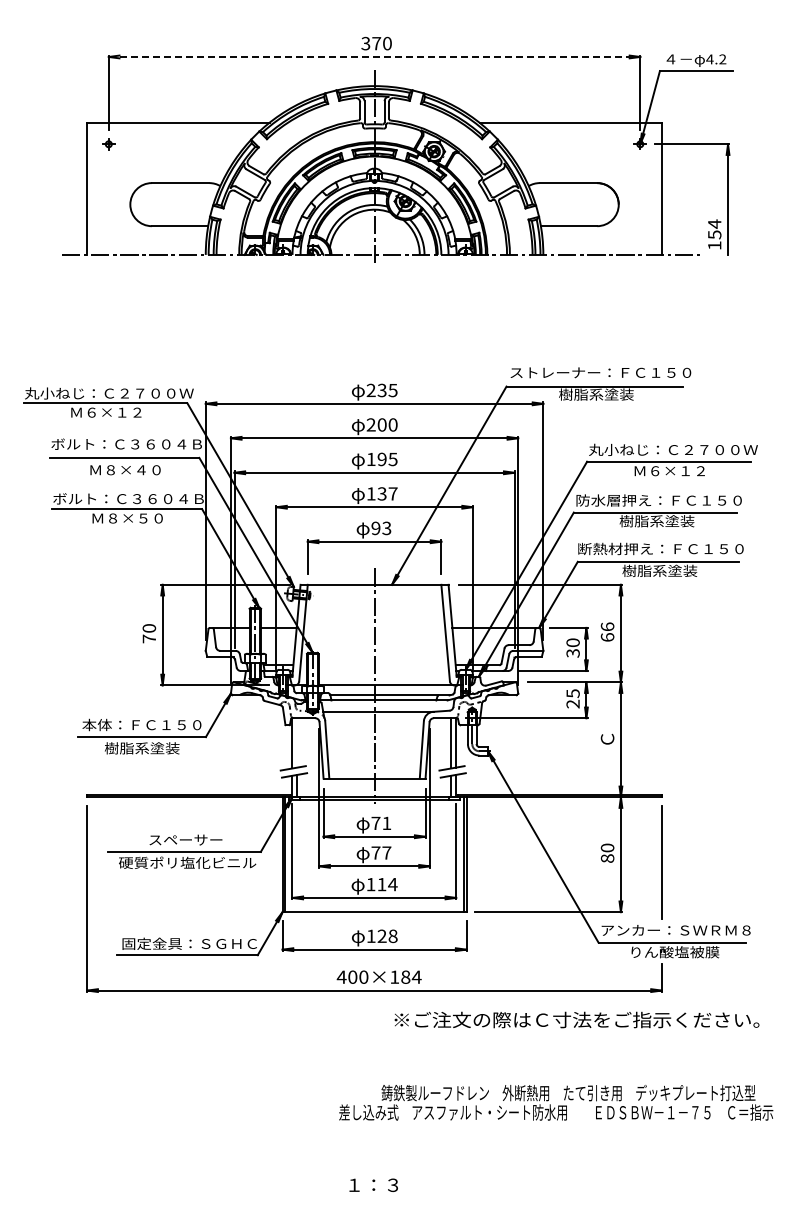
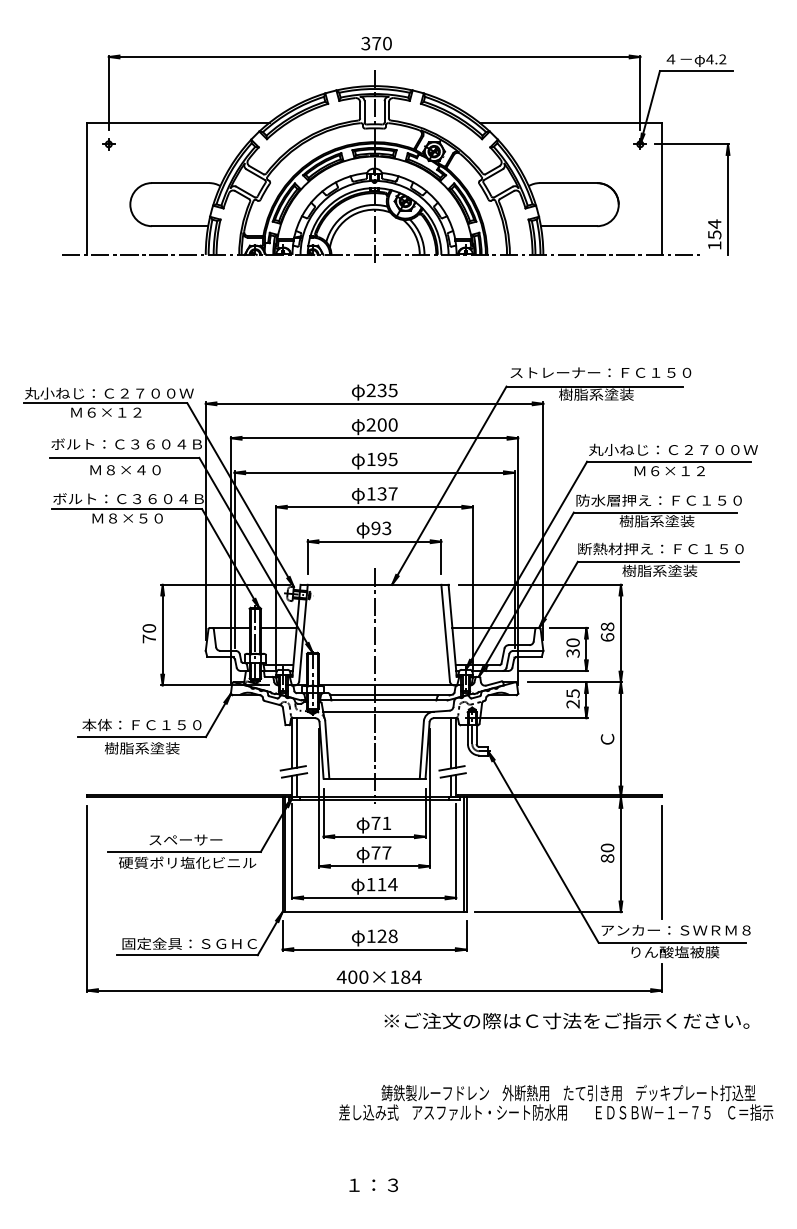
line at (374, 56): dashed -> solid
text at (607, 626): 66 -> 68
line at (297, 742): none -> present
text at (576, 1019) position: (576, 1019) -> (566, 1020)
